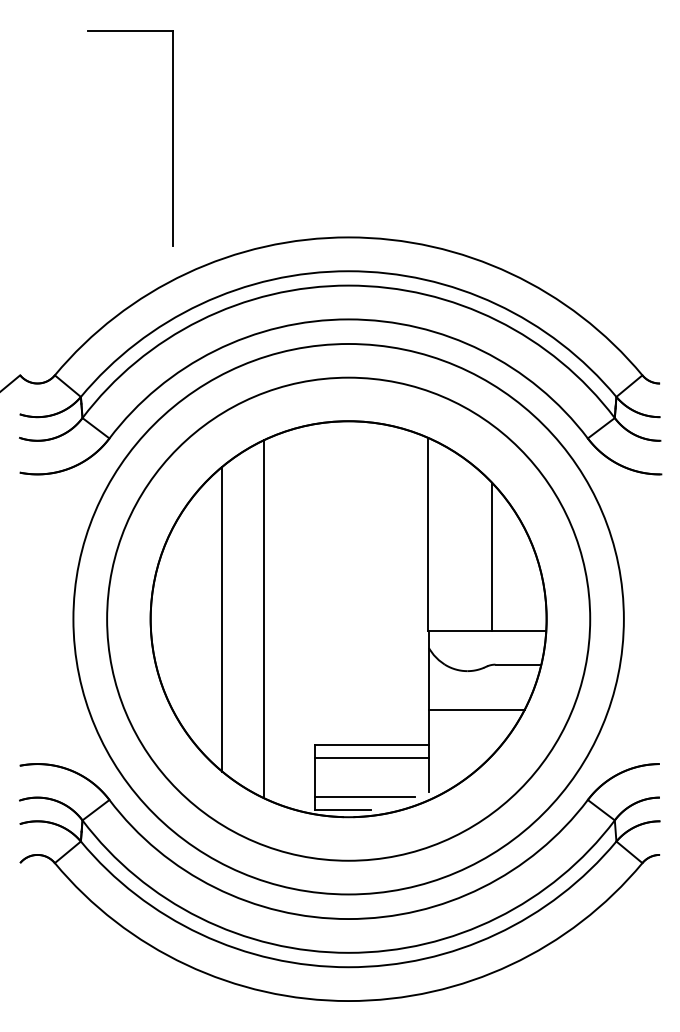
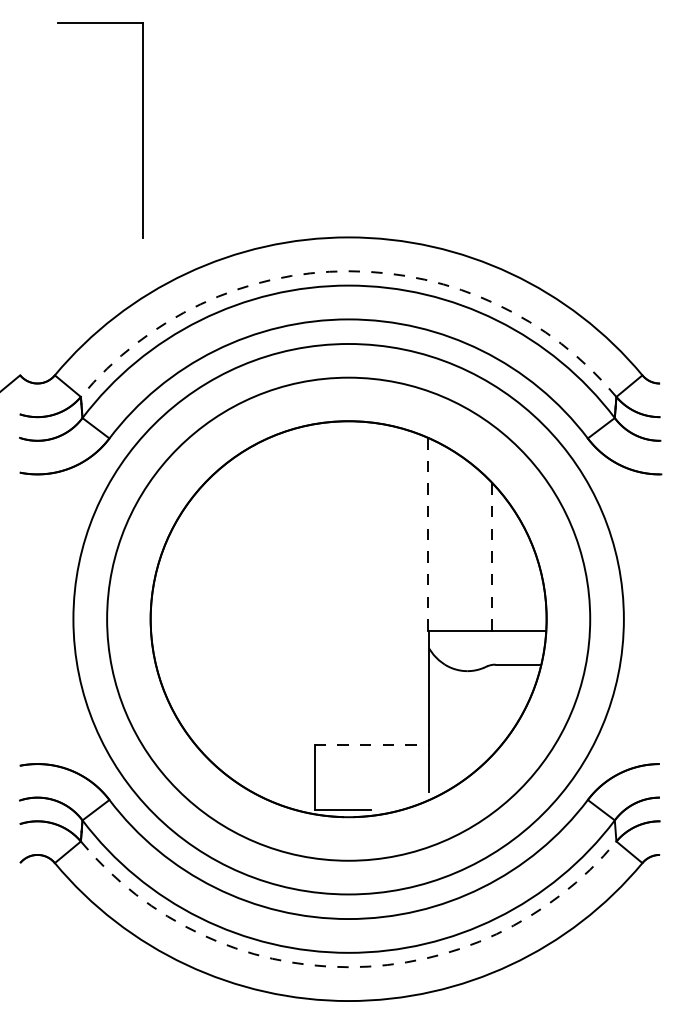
part at (172, 138) position: (172, 138) -> (142, 130)
arc at (348, 271): solid -> dashed
line at (427, 533): solid -> dashed
line at (491, 556): solid -> dashed
line at (222, 618): present -> none
line at (263, 619): present -> none
line at (476, 709): present -> none
line at (372, 744): solid -> dashed
line at (371, 758): present -> none
line at (364, 797): present -> none
arc at (348, 967): solid -> dashed
